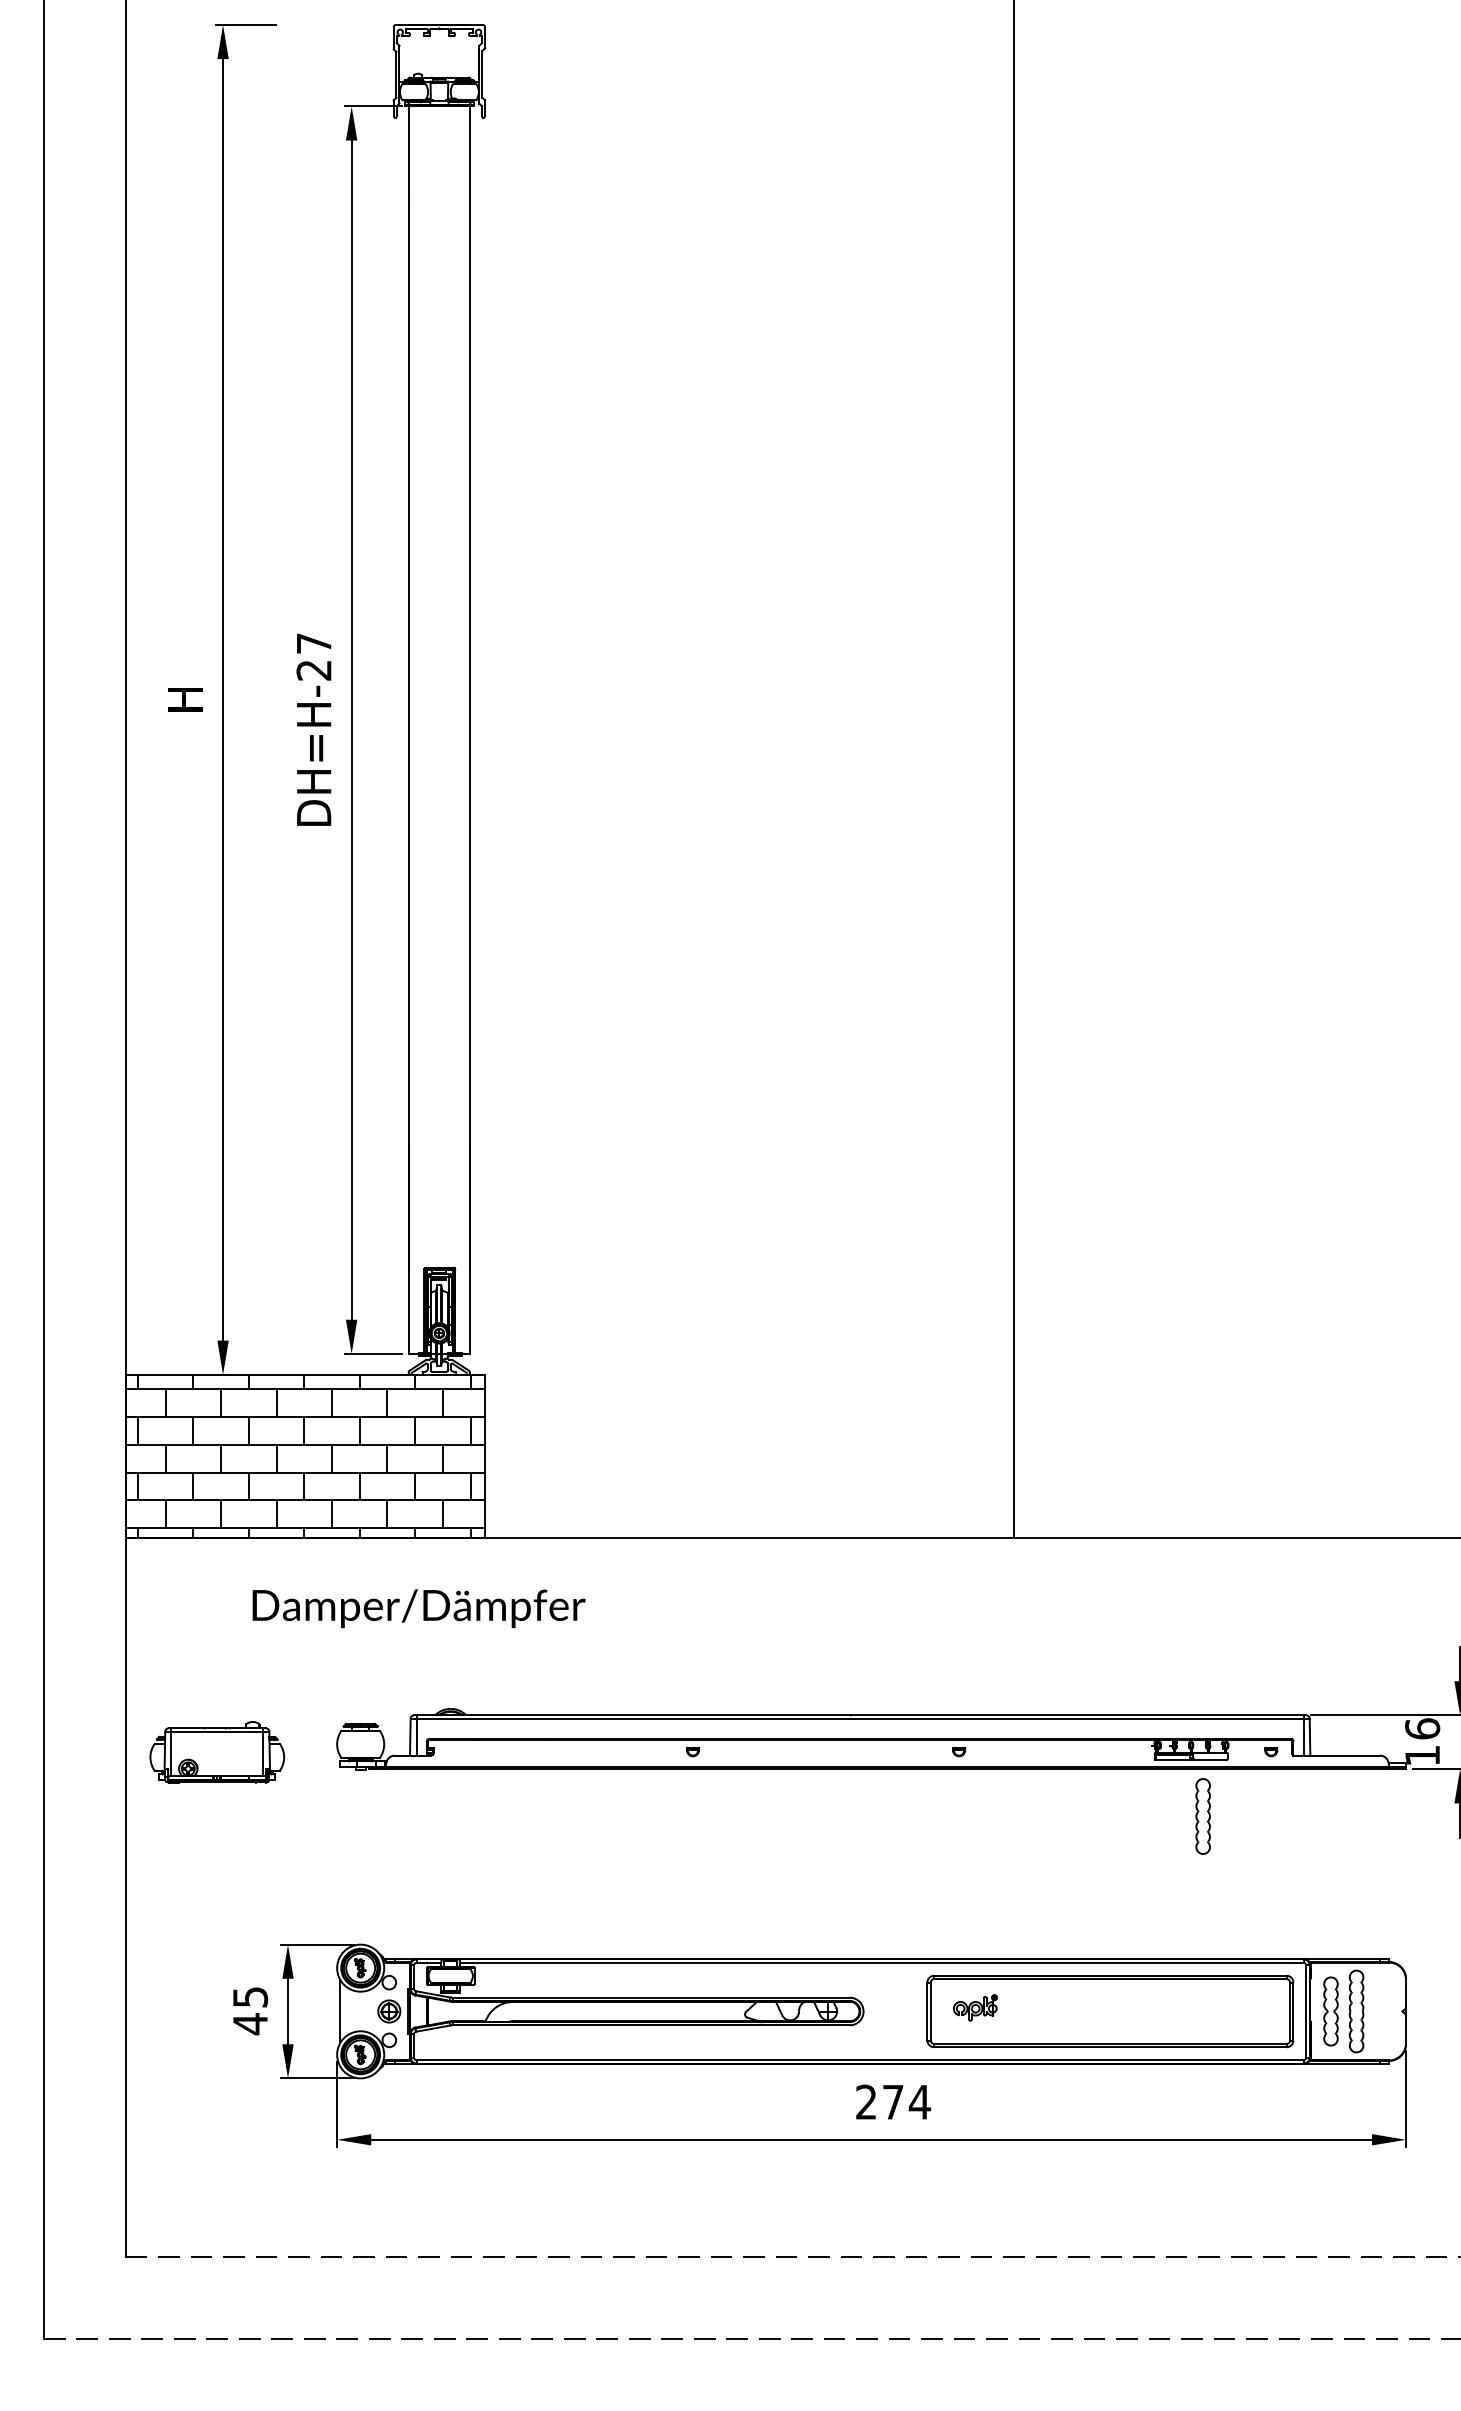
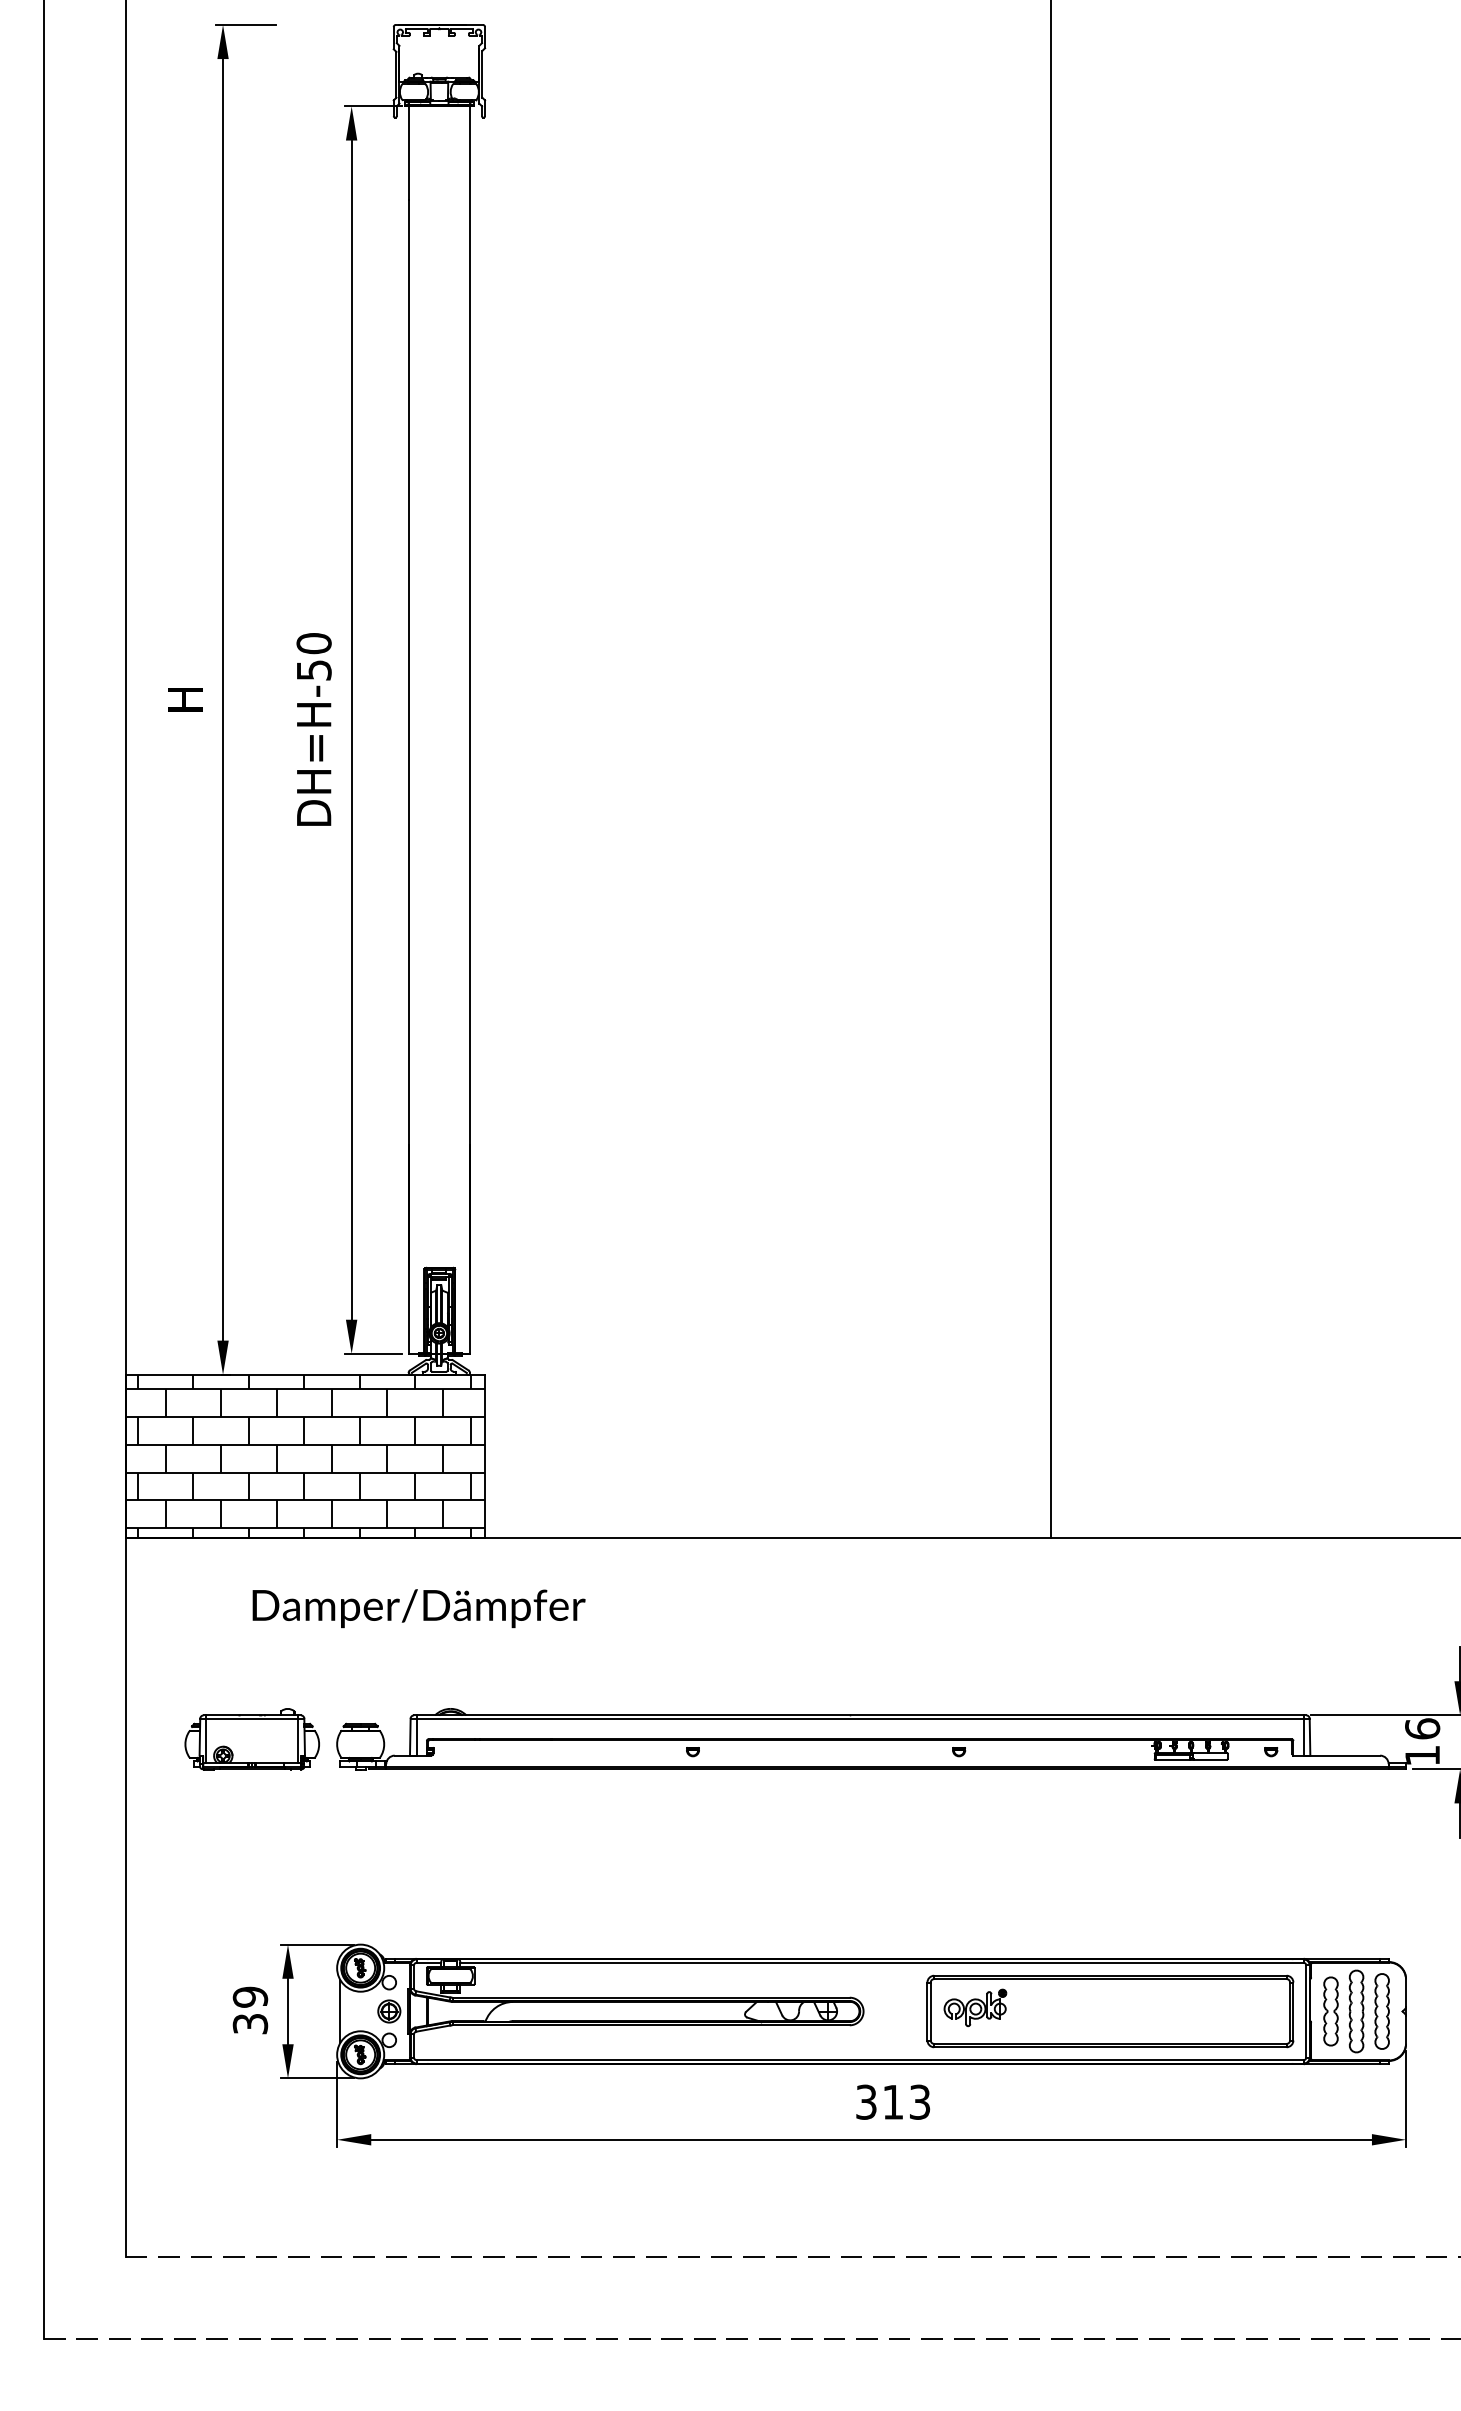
text at (313, 656): DH=H-27 -> DH=H-50
line at (1014, 769) position: (1014, 769) -> (1051, 769)
part at (216, 1752) position: (216, 1752) -> (251, 1739)
part at (1202, 1816) position: (1202, 1816) -> (1381, 2011)
part at (975, 2007) size: 45x28 px -> 65x40 px
text at (250, 2010): 45 -> 39
text at (893, 2101): 274 -> 313
